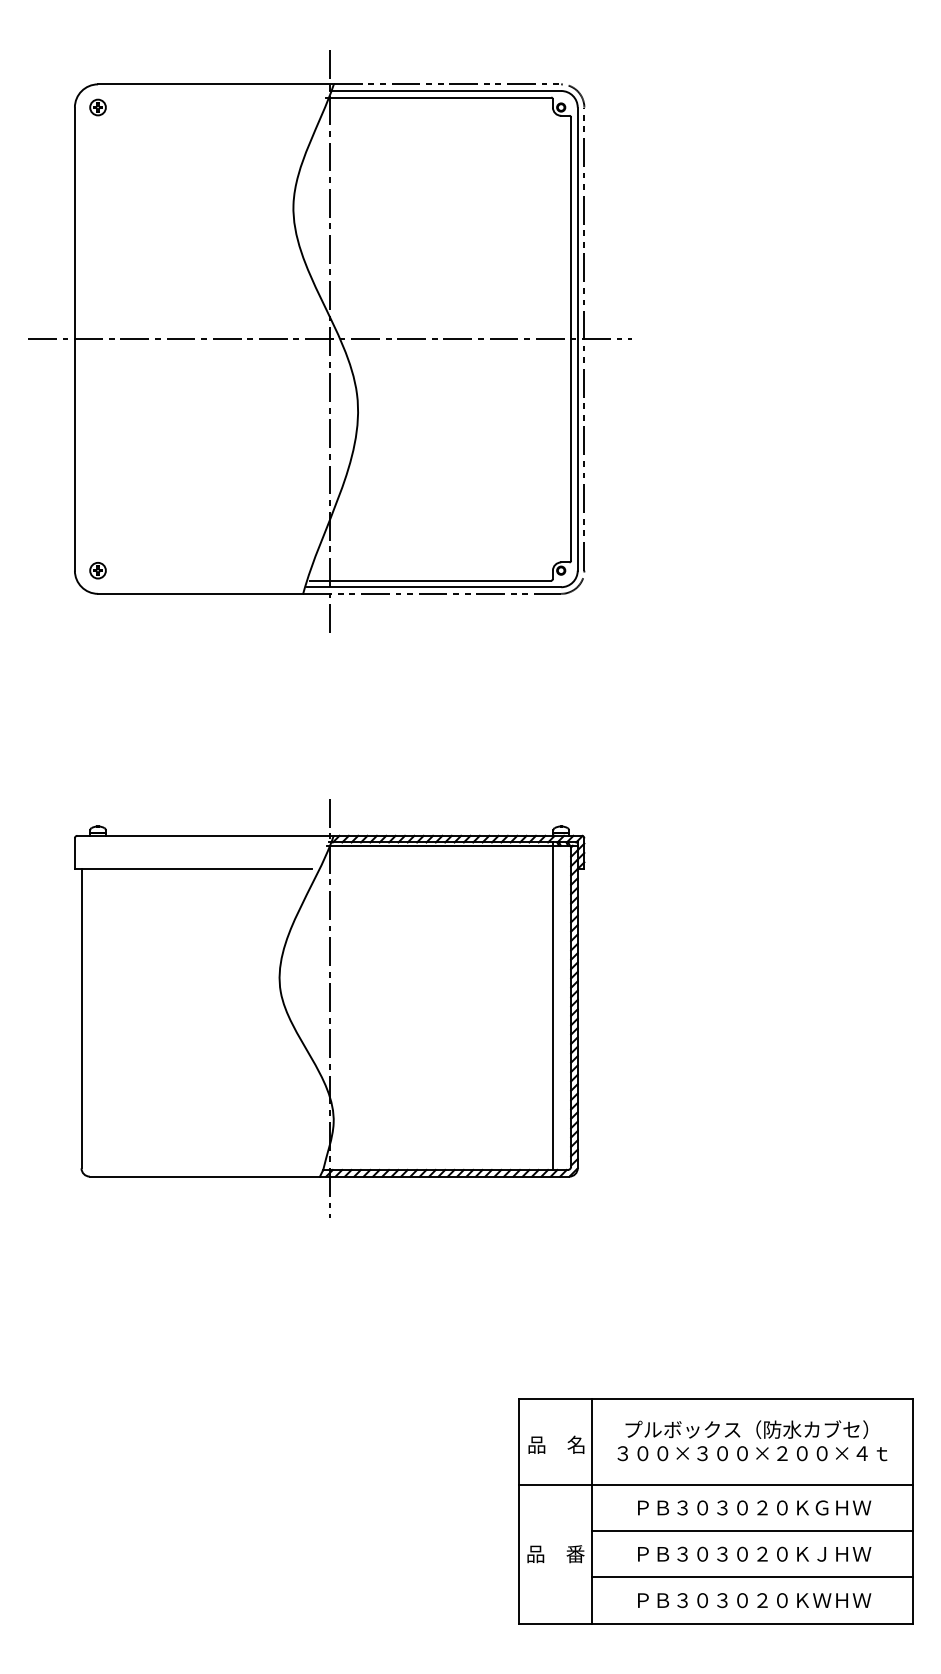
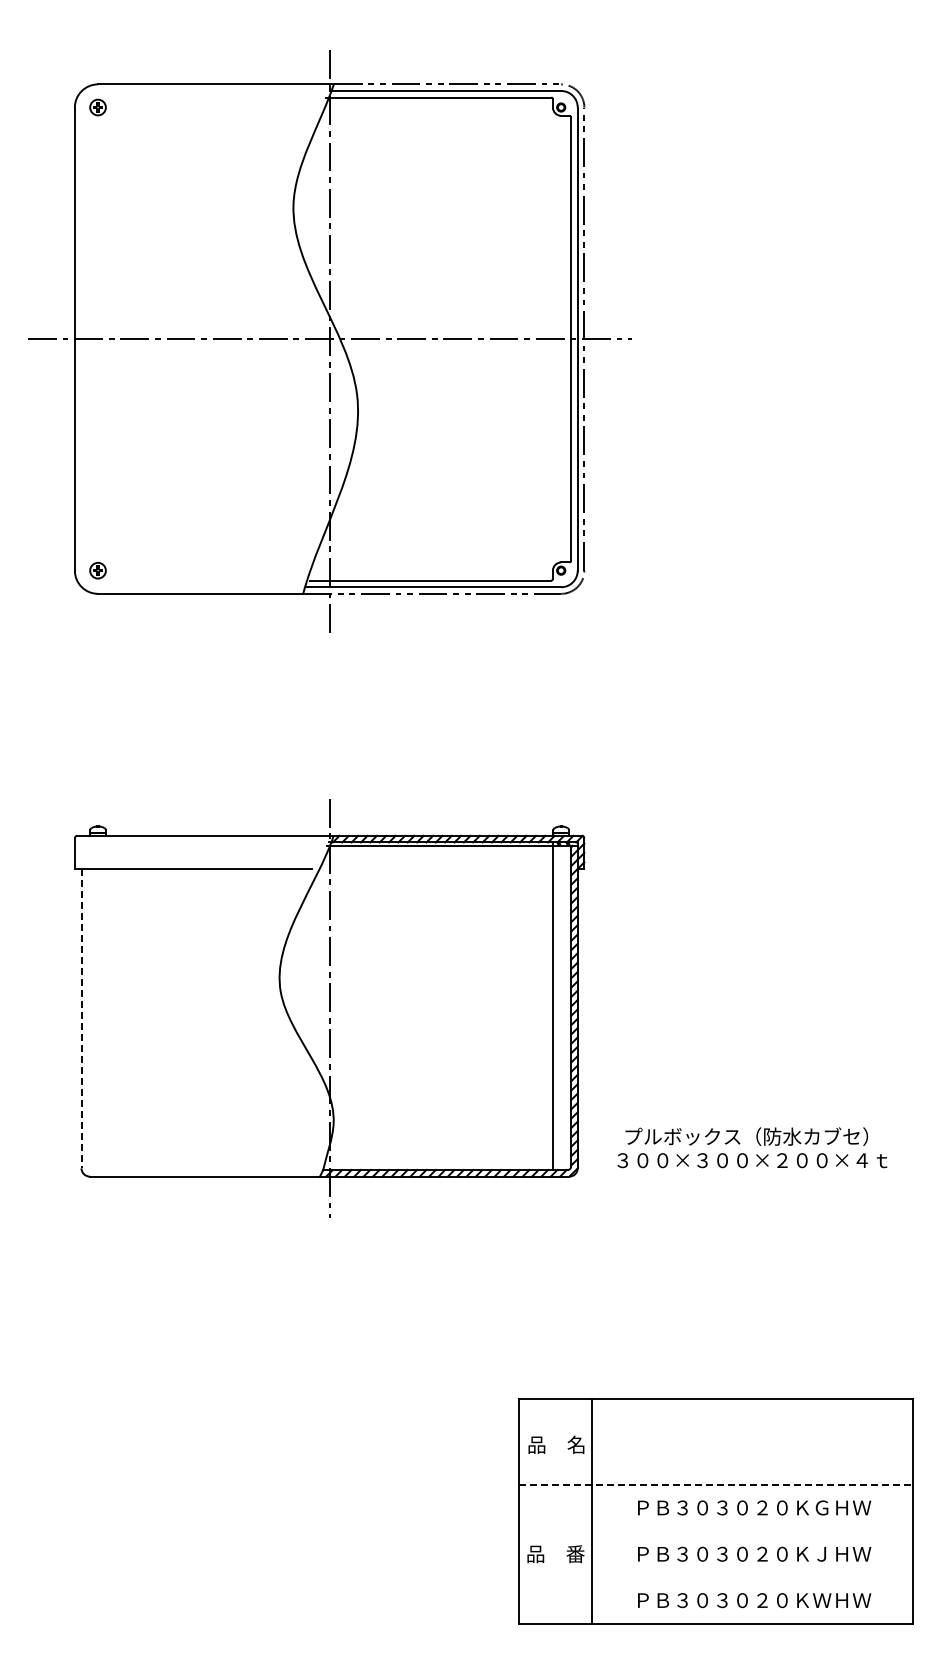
line at (81, 1018): solid -> dashed
text at (752, 1440) position: (752, 1440) -> (752, 1147)
line at (716, 1484): solid -> dashed
line at (752, 1531): present -> none
line at (752, 1577): present -> none
